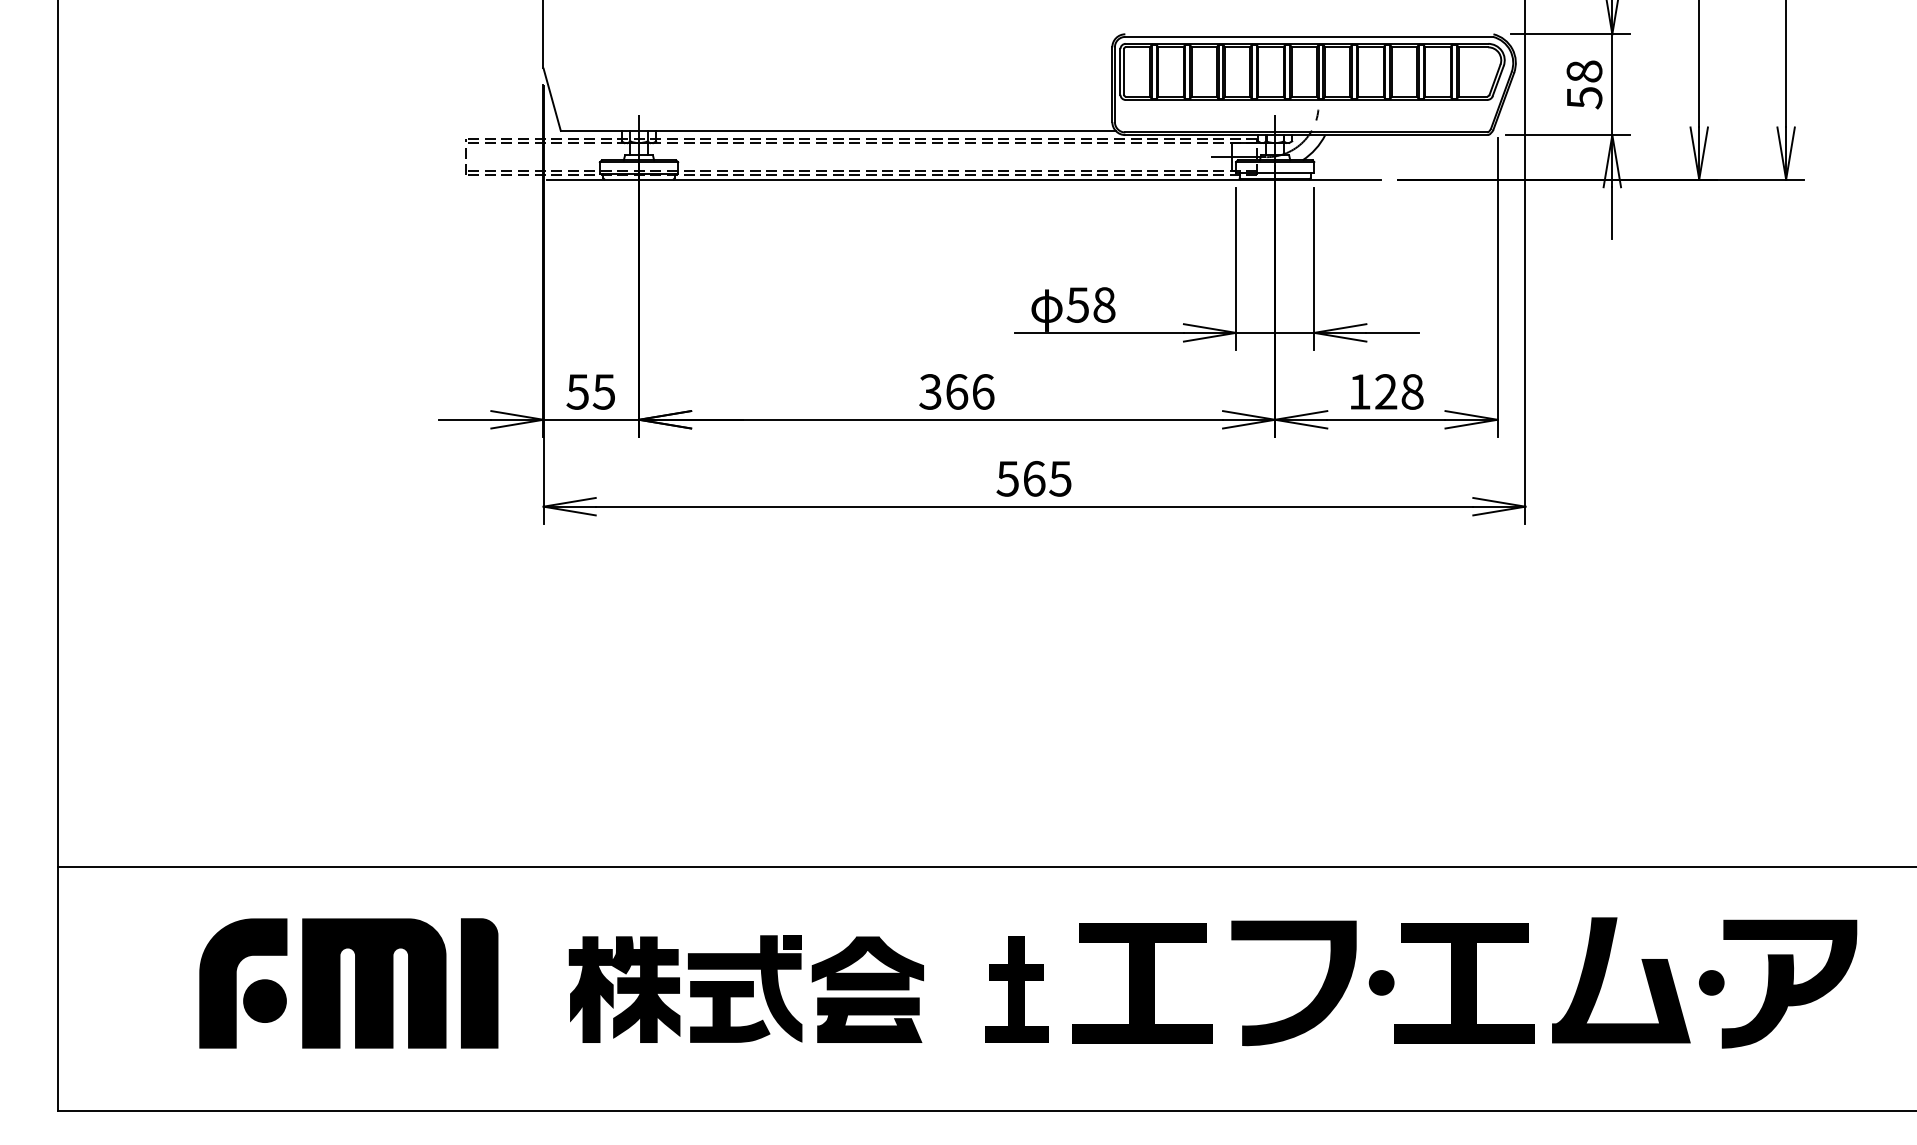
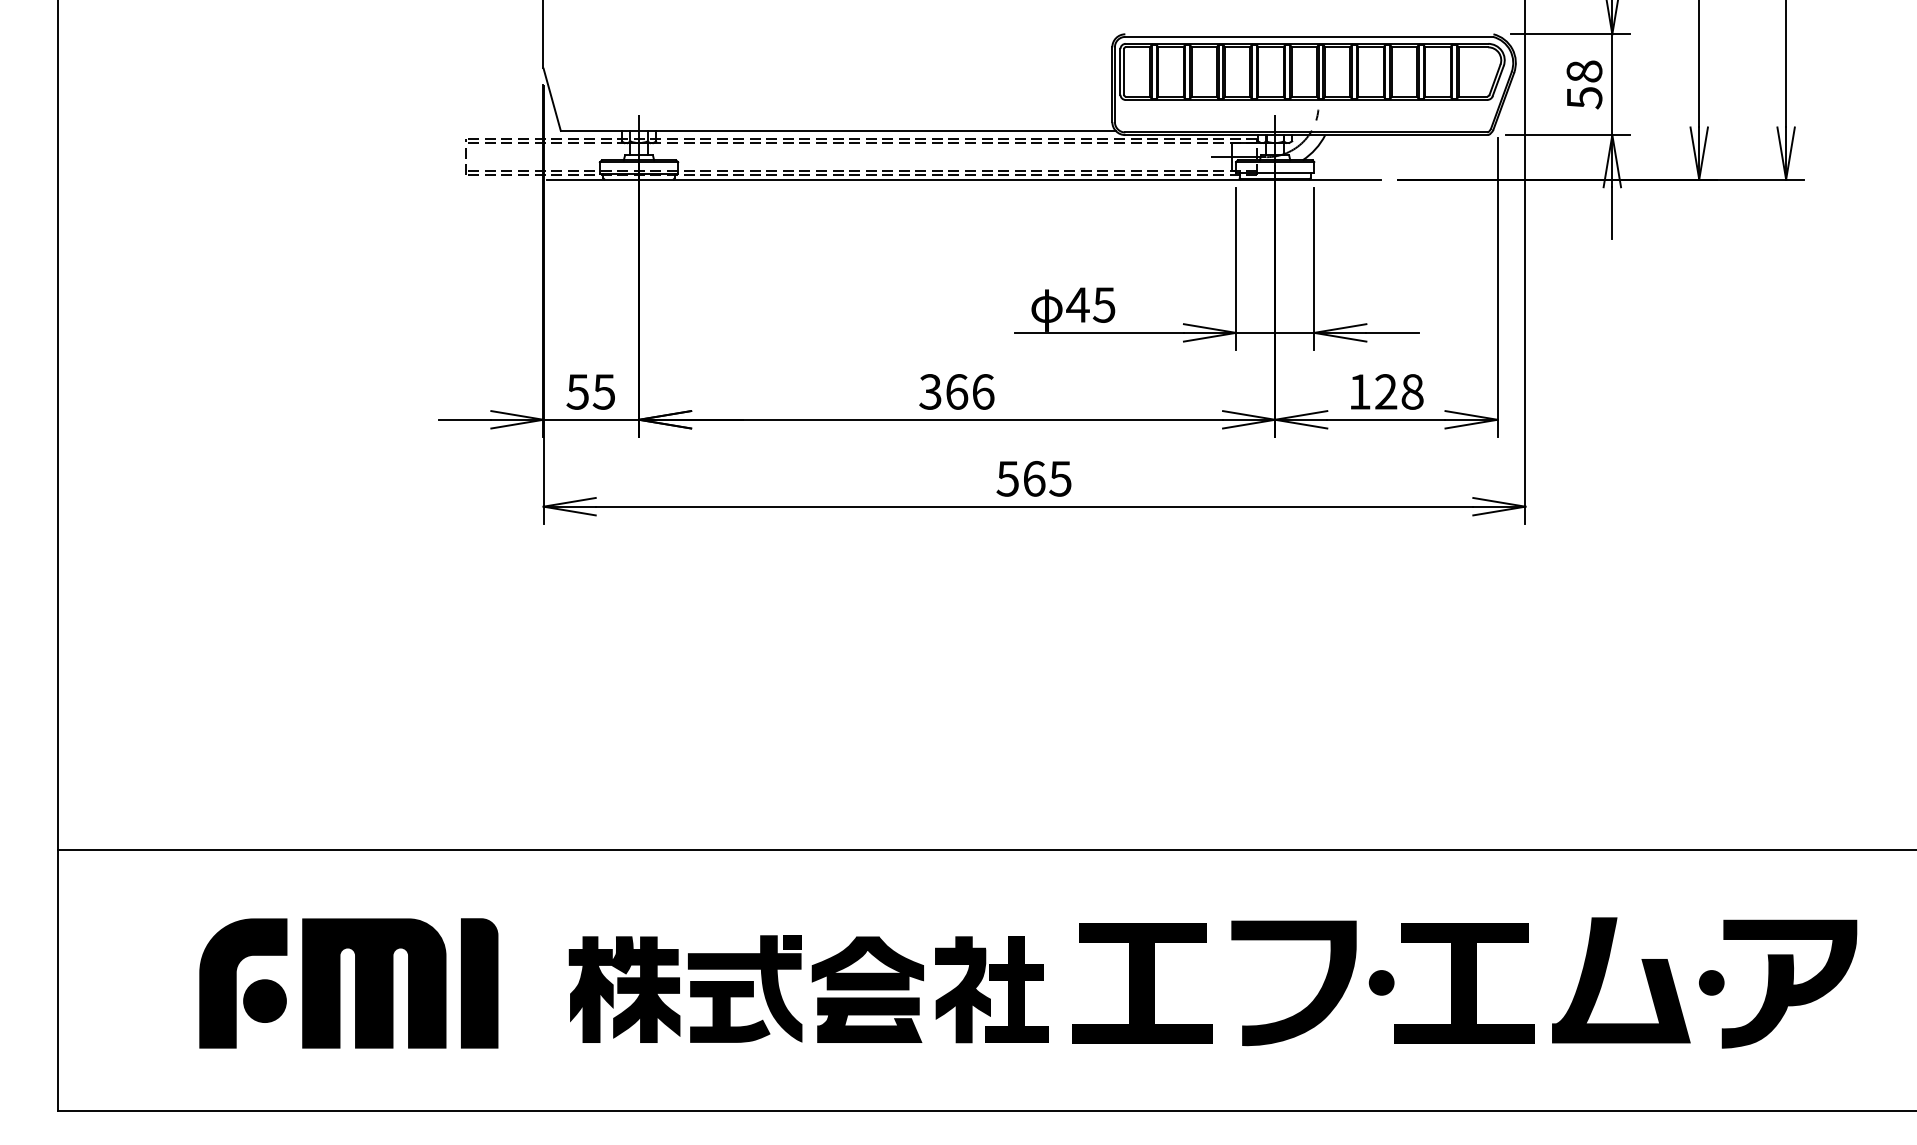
text at (1090, 304): 58 -> 45
line at (985, 866) position: (985, 866) -> (985, 849)
fill at (962, 989): none -> present
